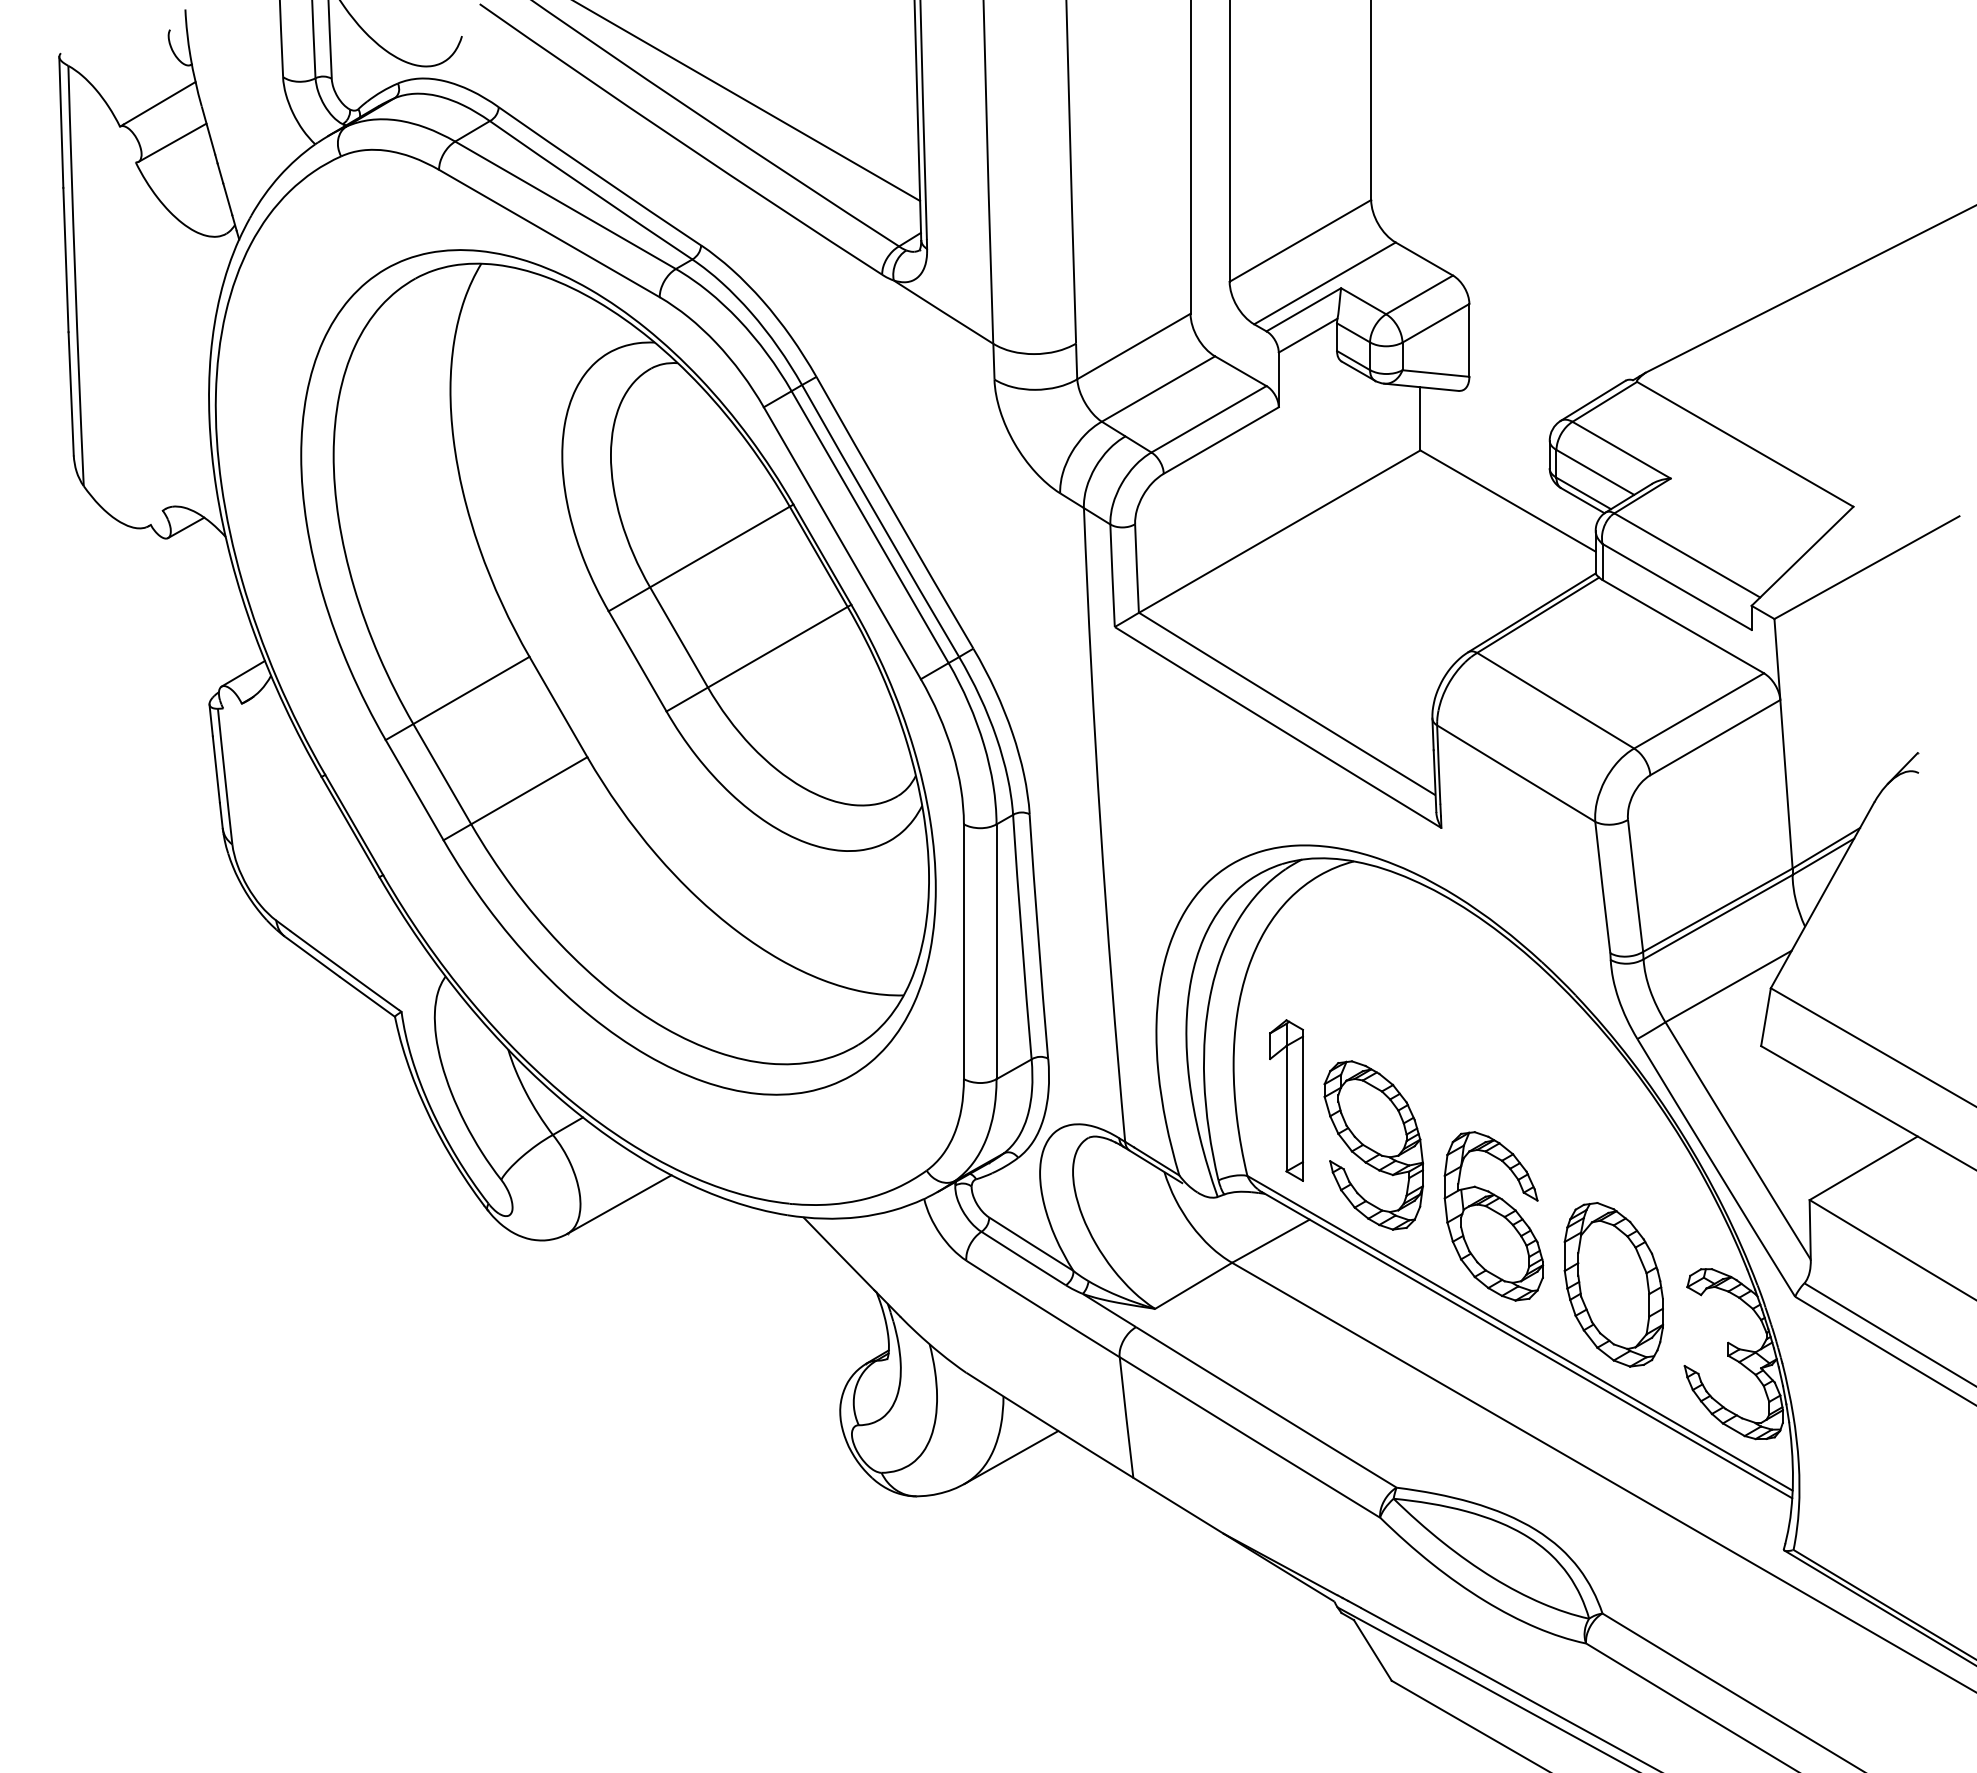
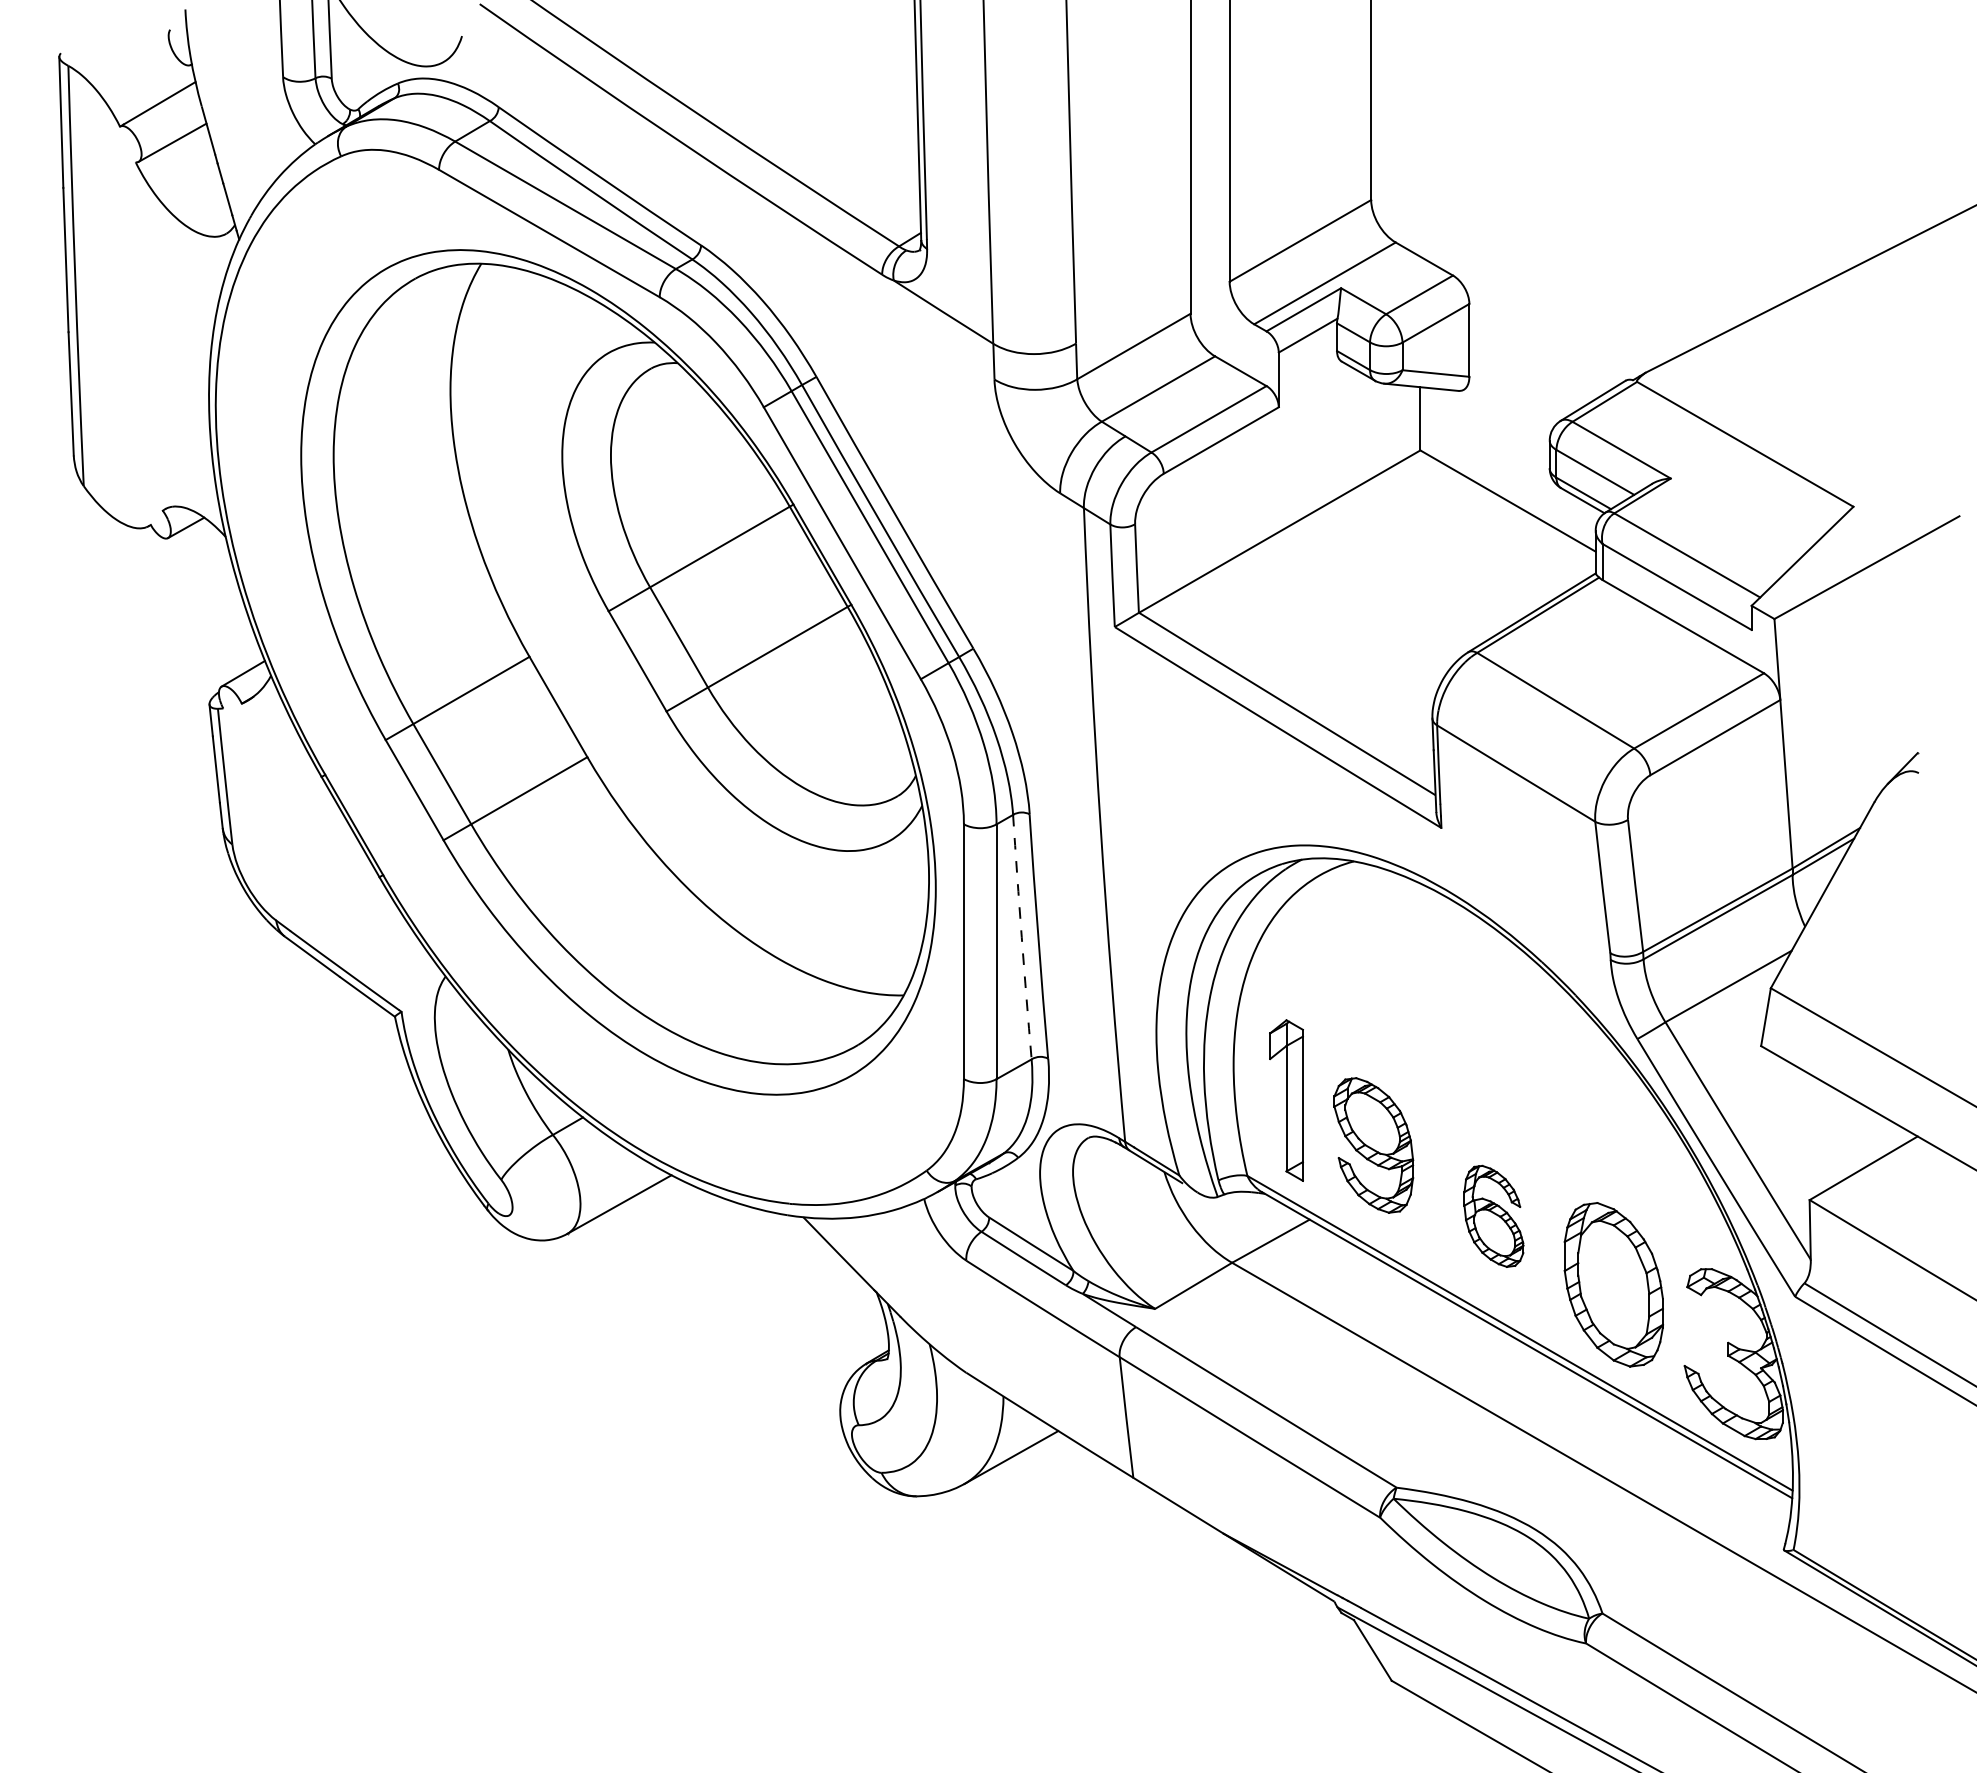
line at (747, 101): present -> none
arc at (1021, 937): solid -> dashed
part at (1373, 1145) size: 101x171 px -> 82x137 px
part at (1493, 1216) size: 102x171 px -> 62x104 px
